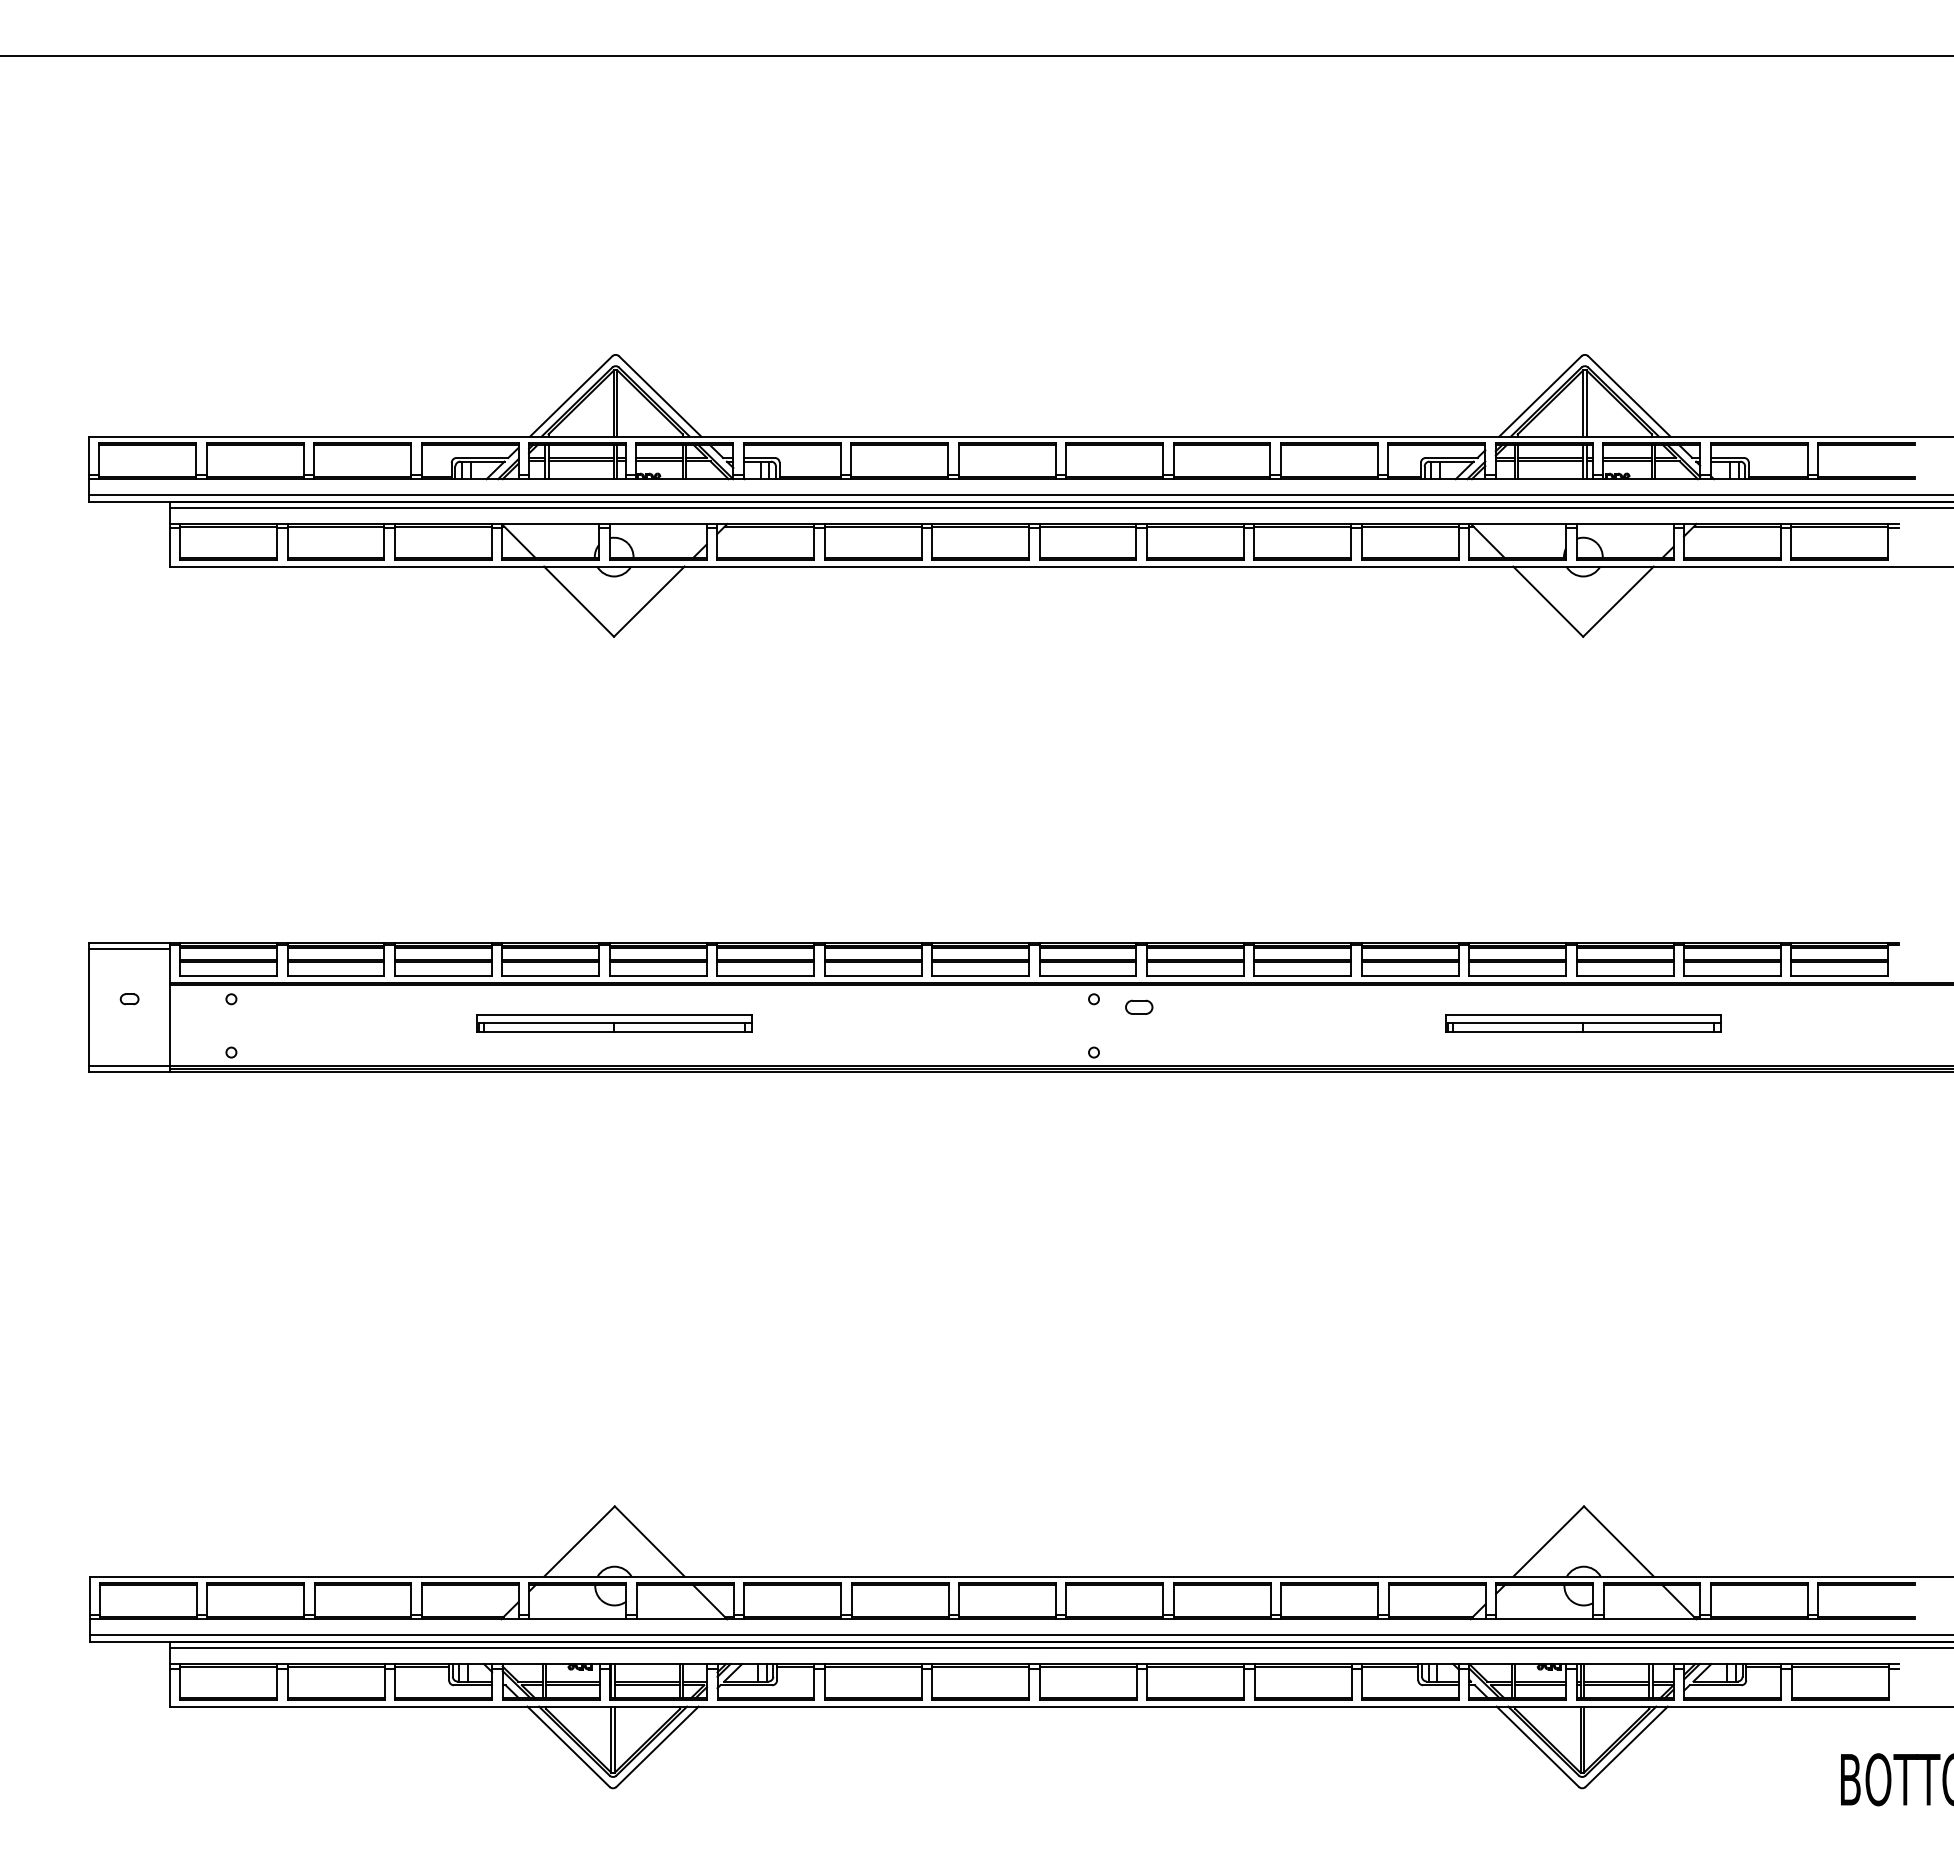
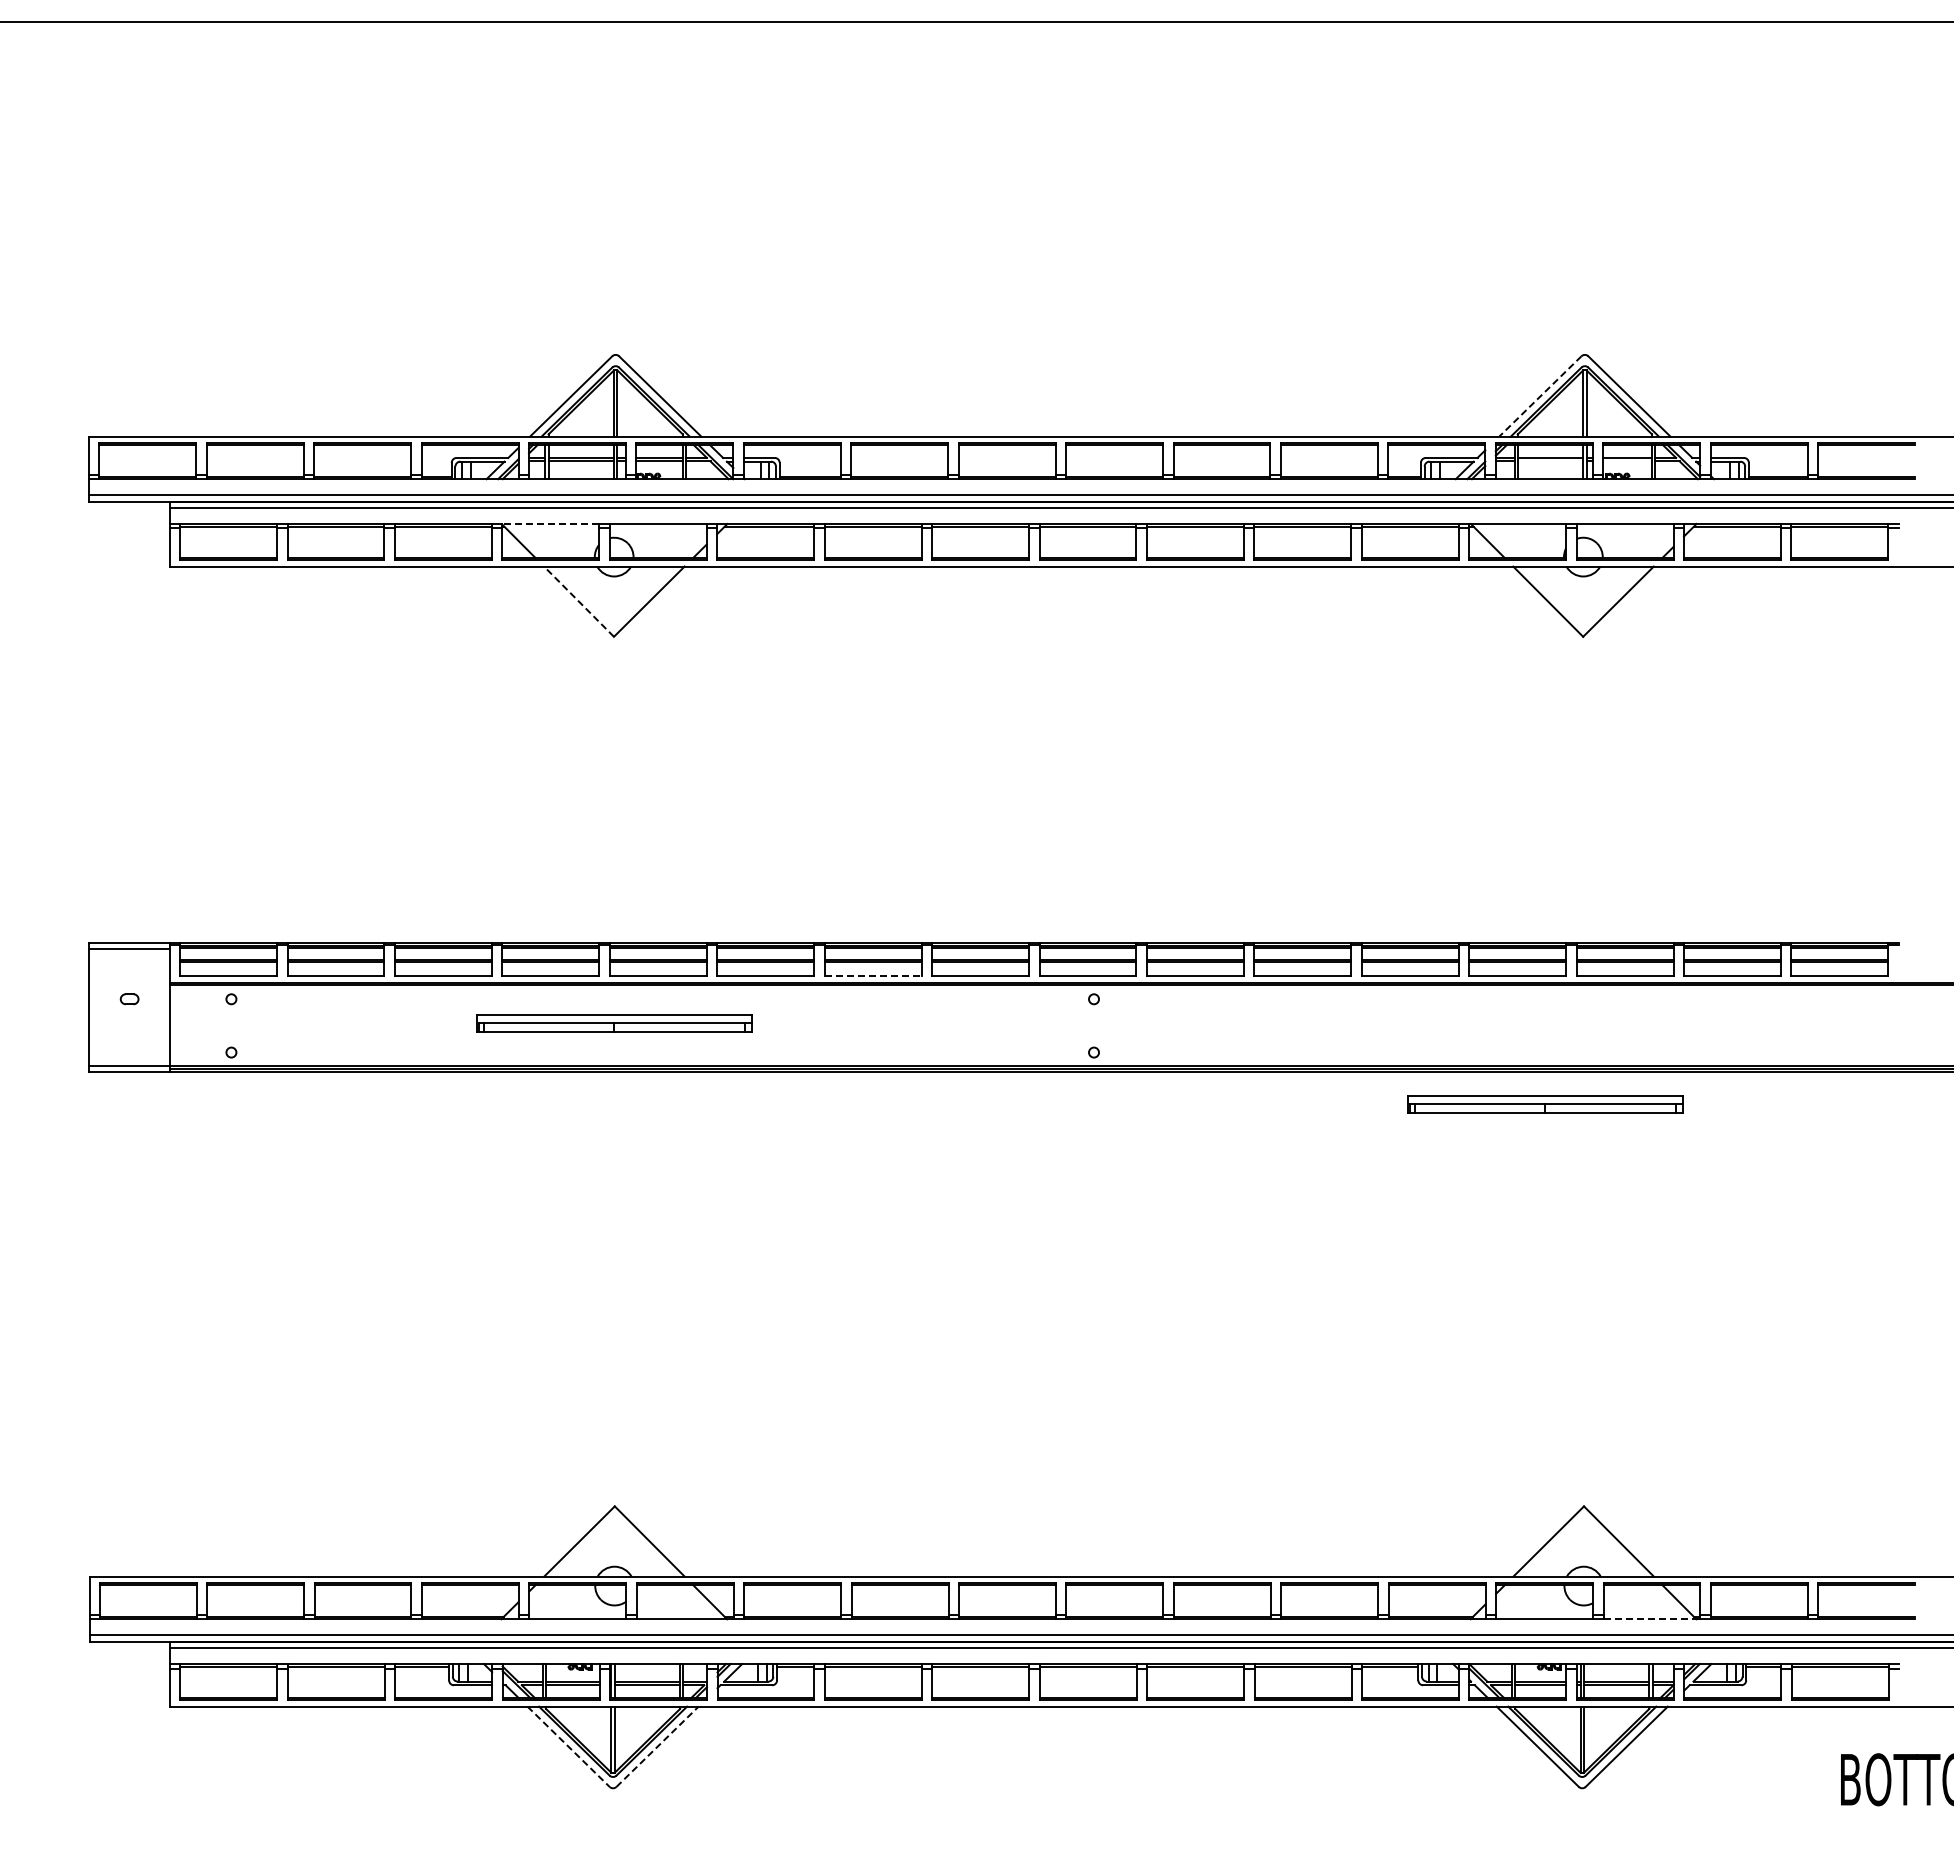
line at (976, 55) position: (976, 55) -> (976, 21)
line at (1540, 396): solid -> dashed
line at (1550, 461): present -> none
line at (1627, 461): present -> none
line at (550, 523): solid -> dashed
line at (579, 601): solid -> dashed
line at (873, 976): solid -> dashed
part at (1139, 1006): present -> none
part at (1583, 1023) position: (1583, 1023) -> (1545, 1104)
line at (1652, 1619): solid -> dashed
line at (657, 1746): solid -> dashed
line at (568, 1747): solid -> dashed
